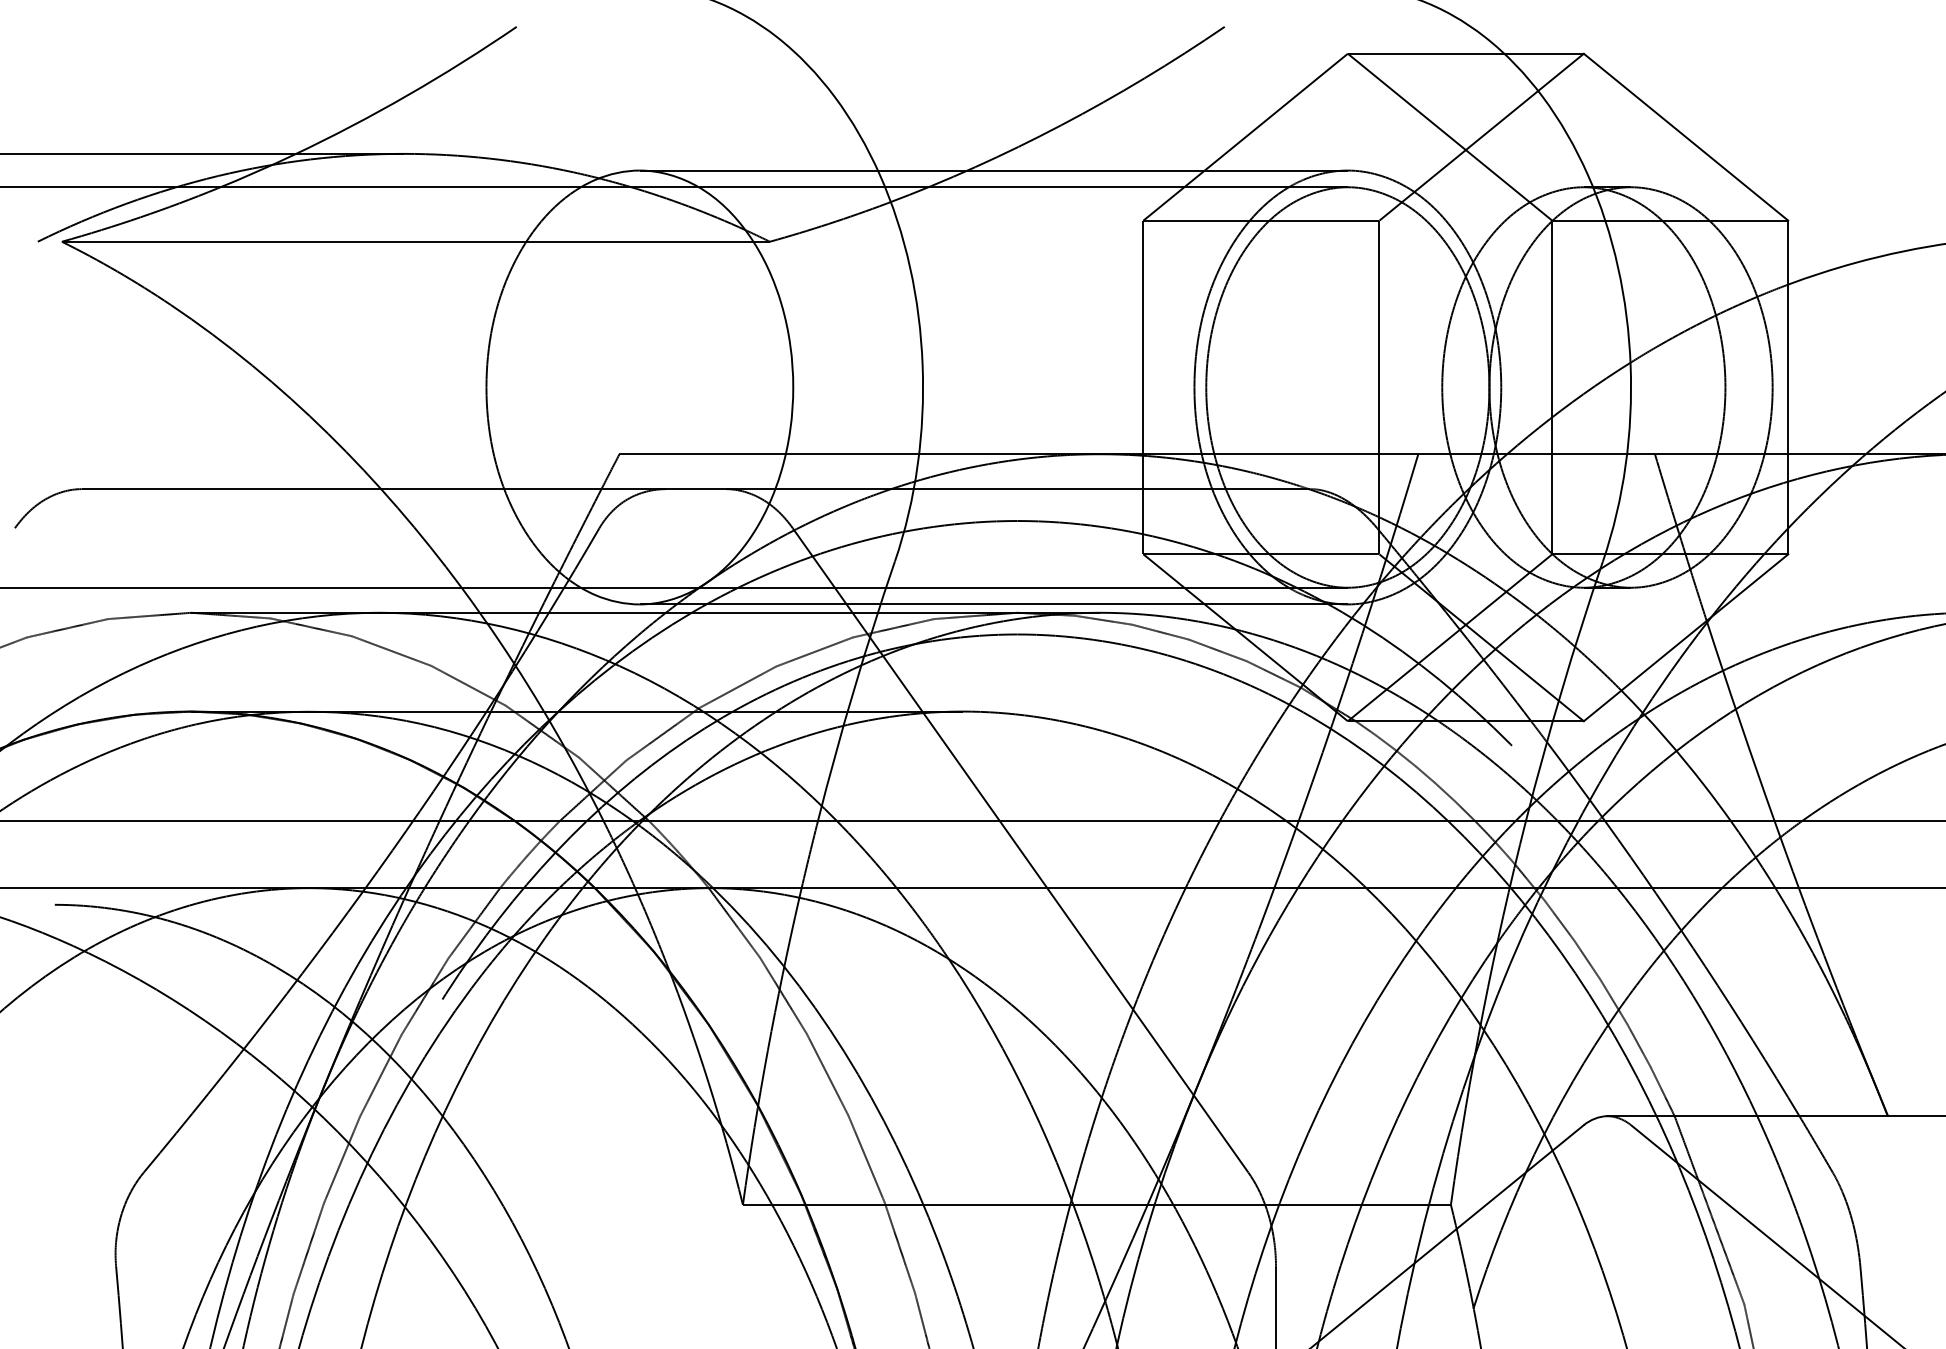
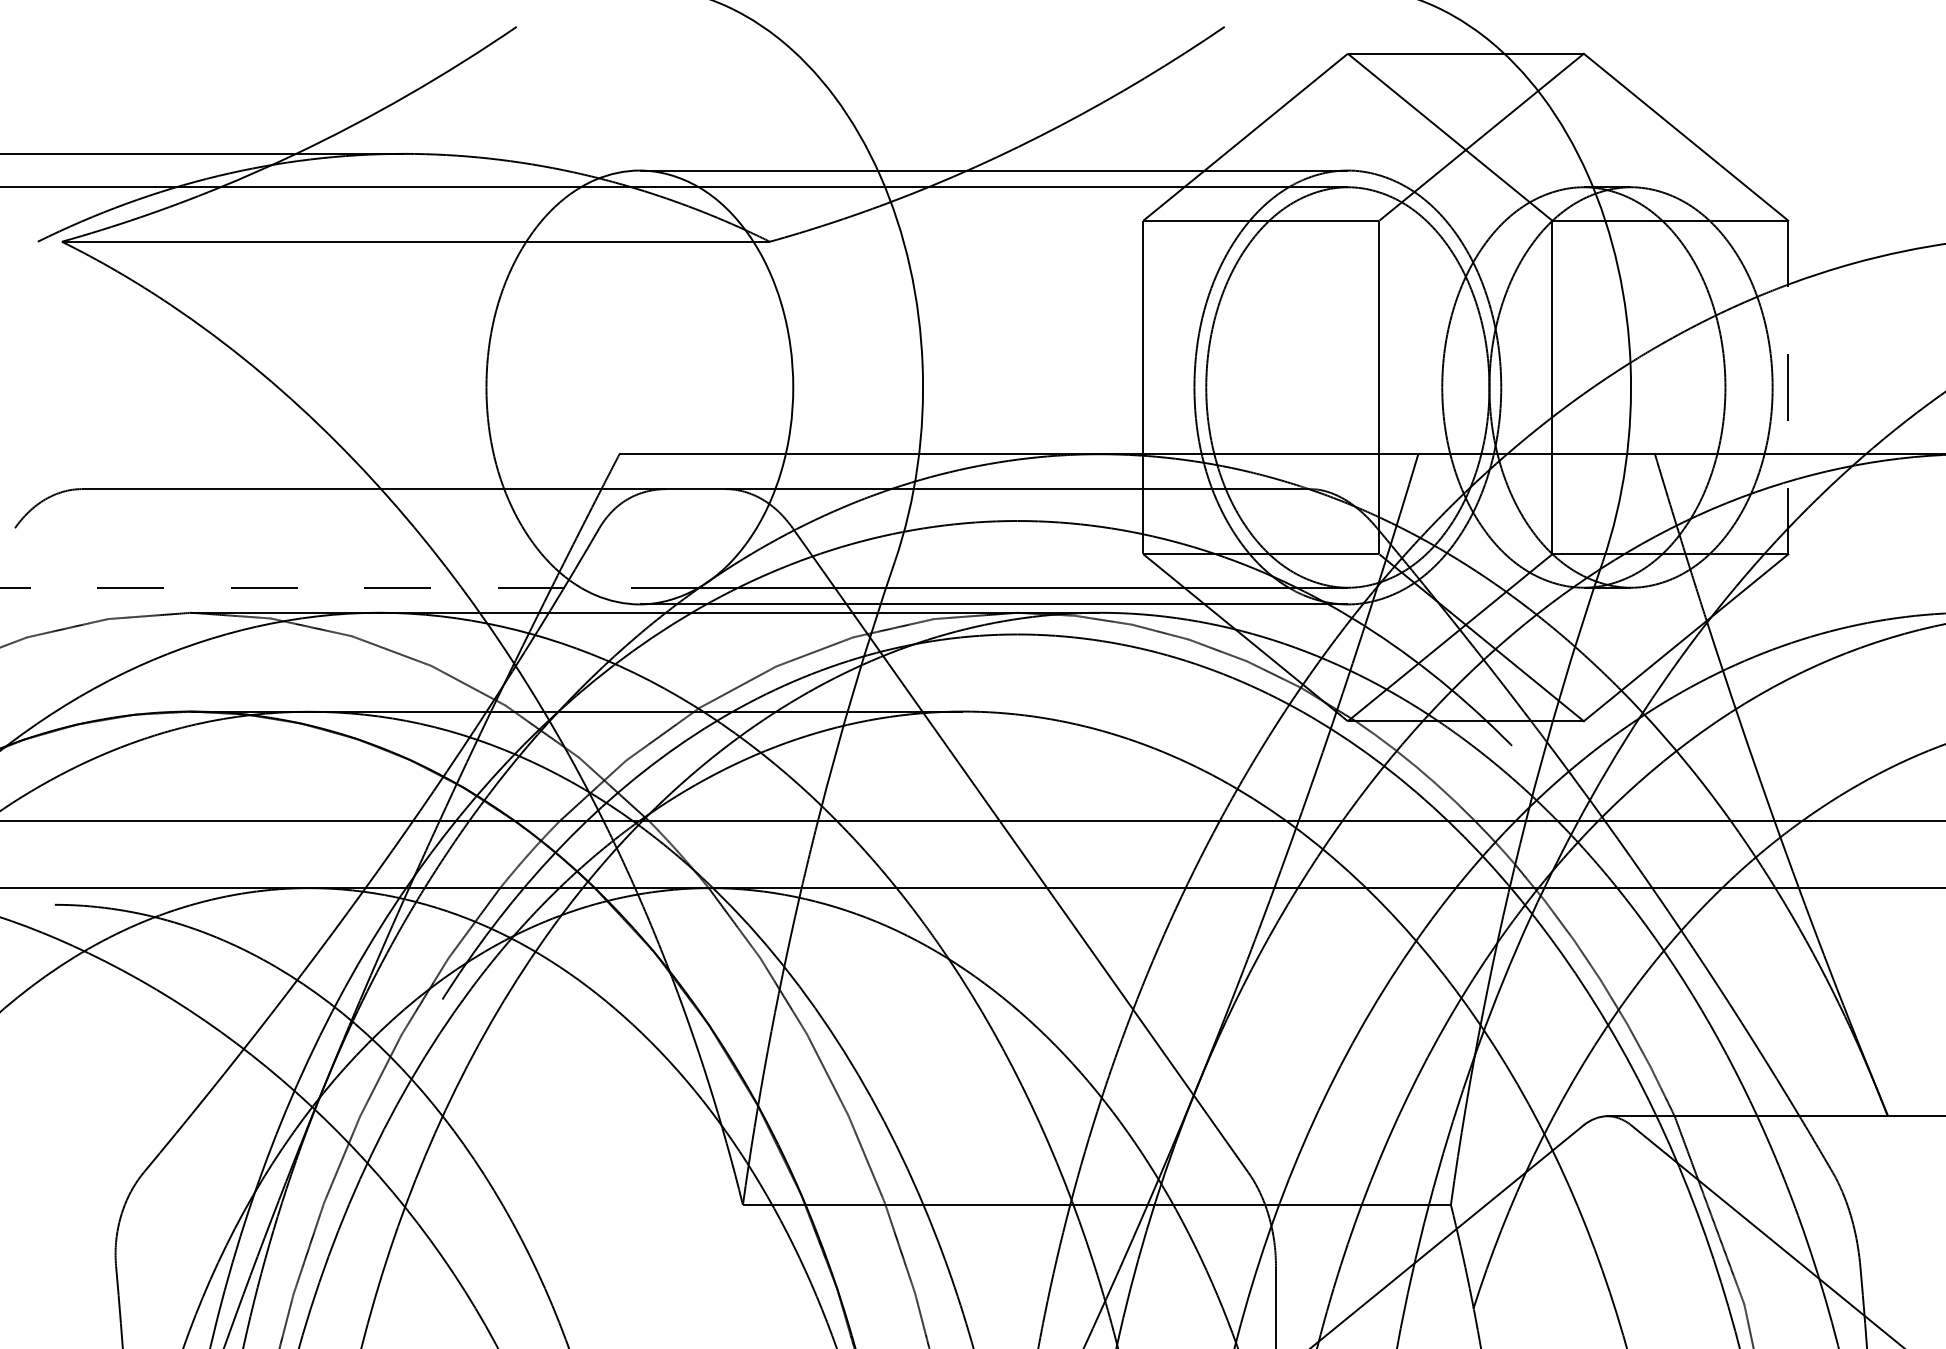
line at (1788, 387): solid -> dashed
line at (349, 587): solid -> dashed
